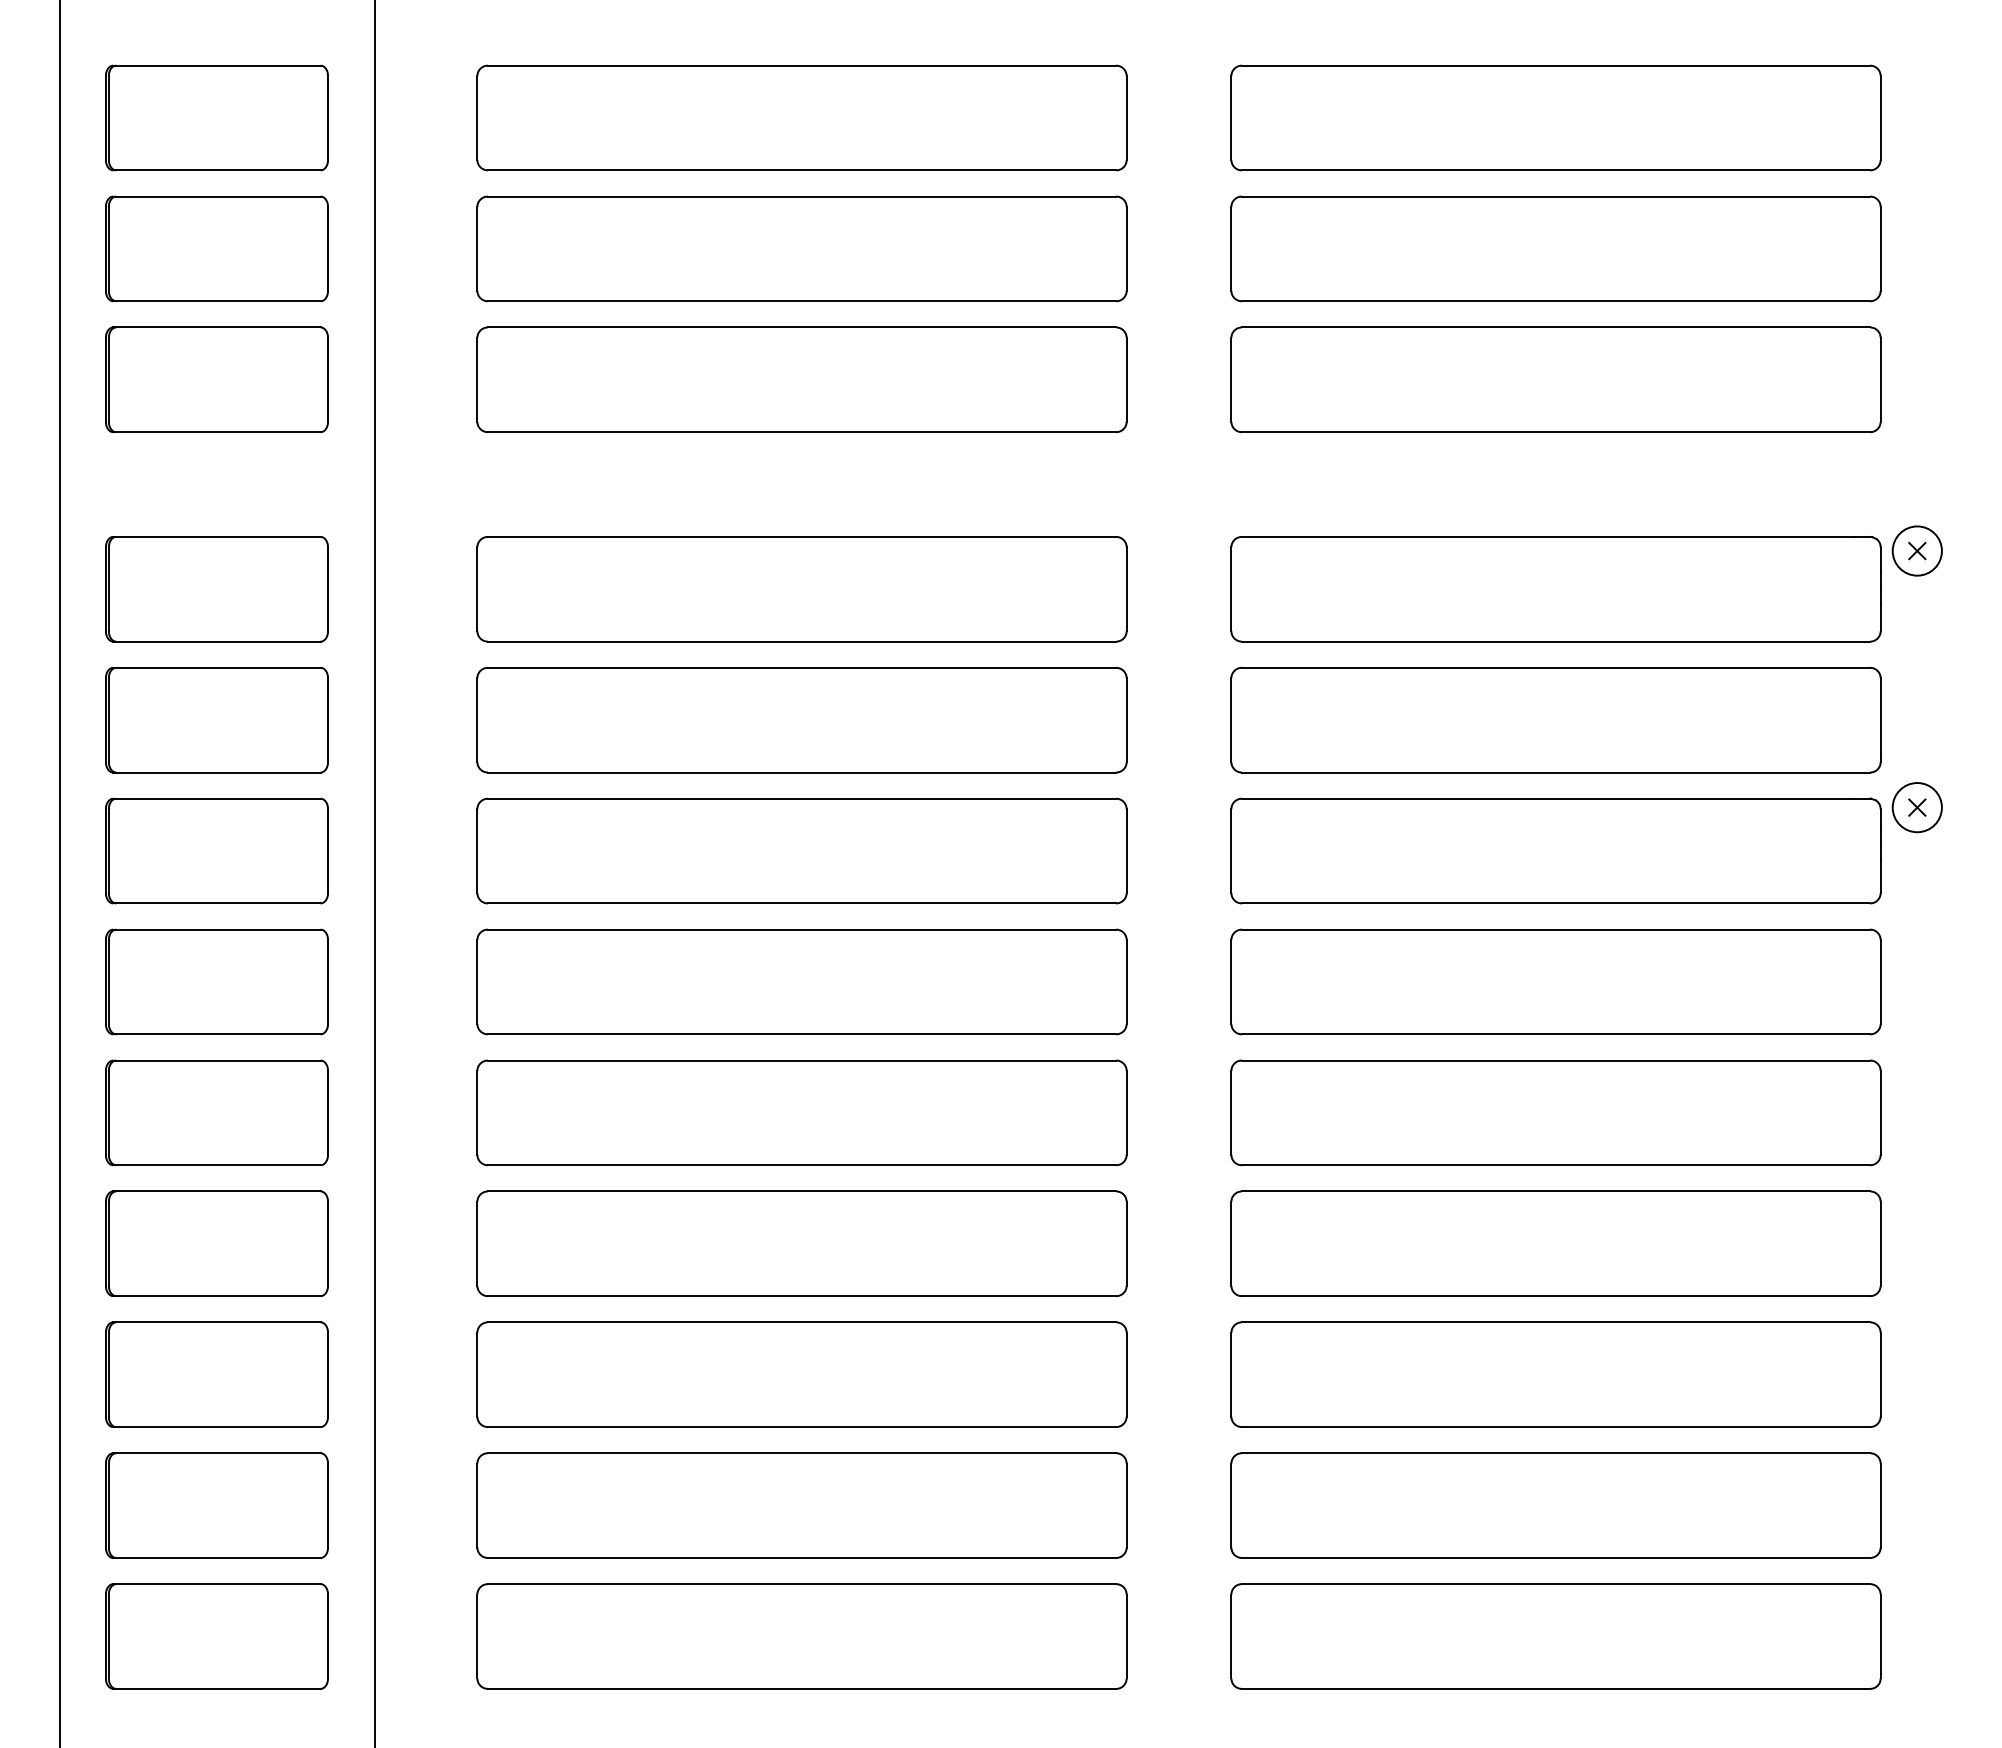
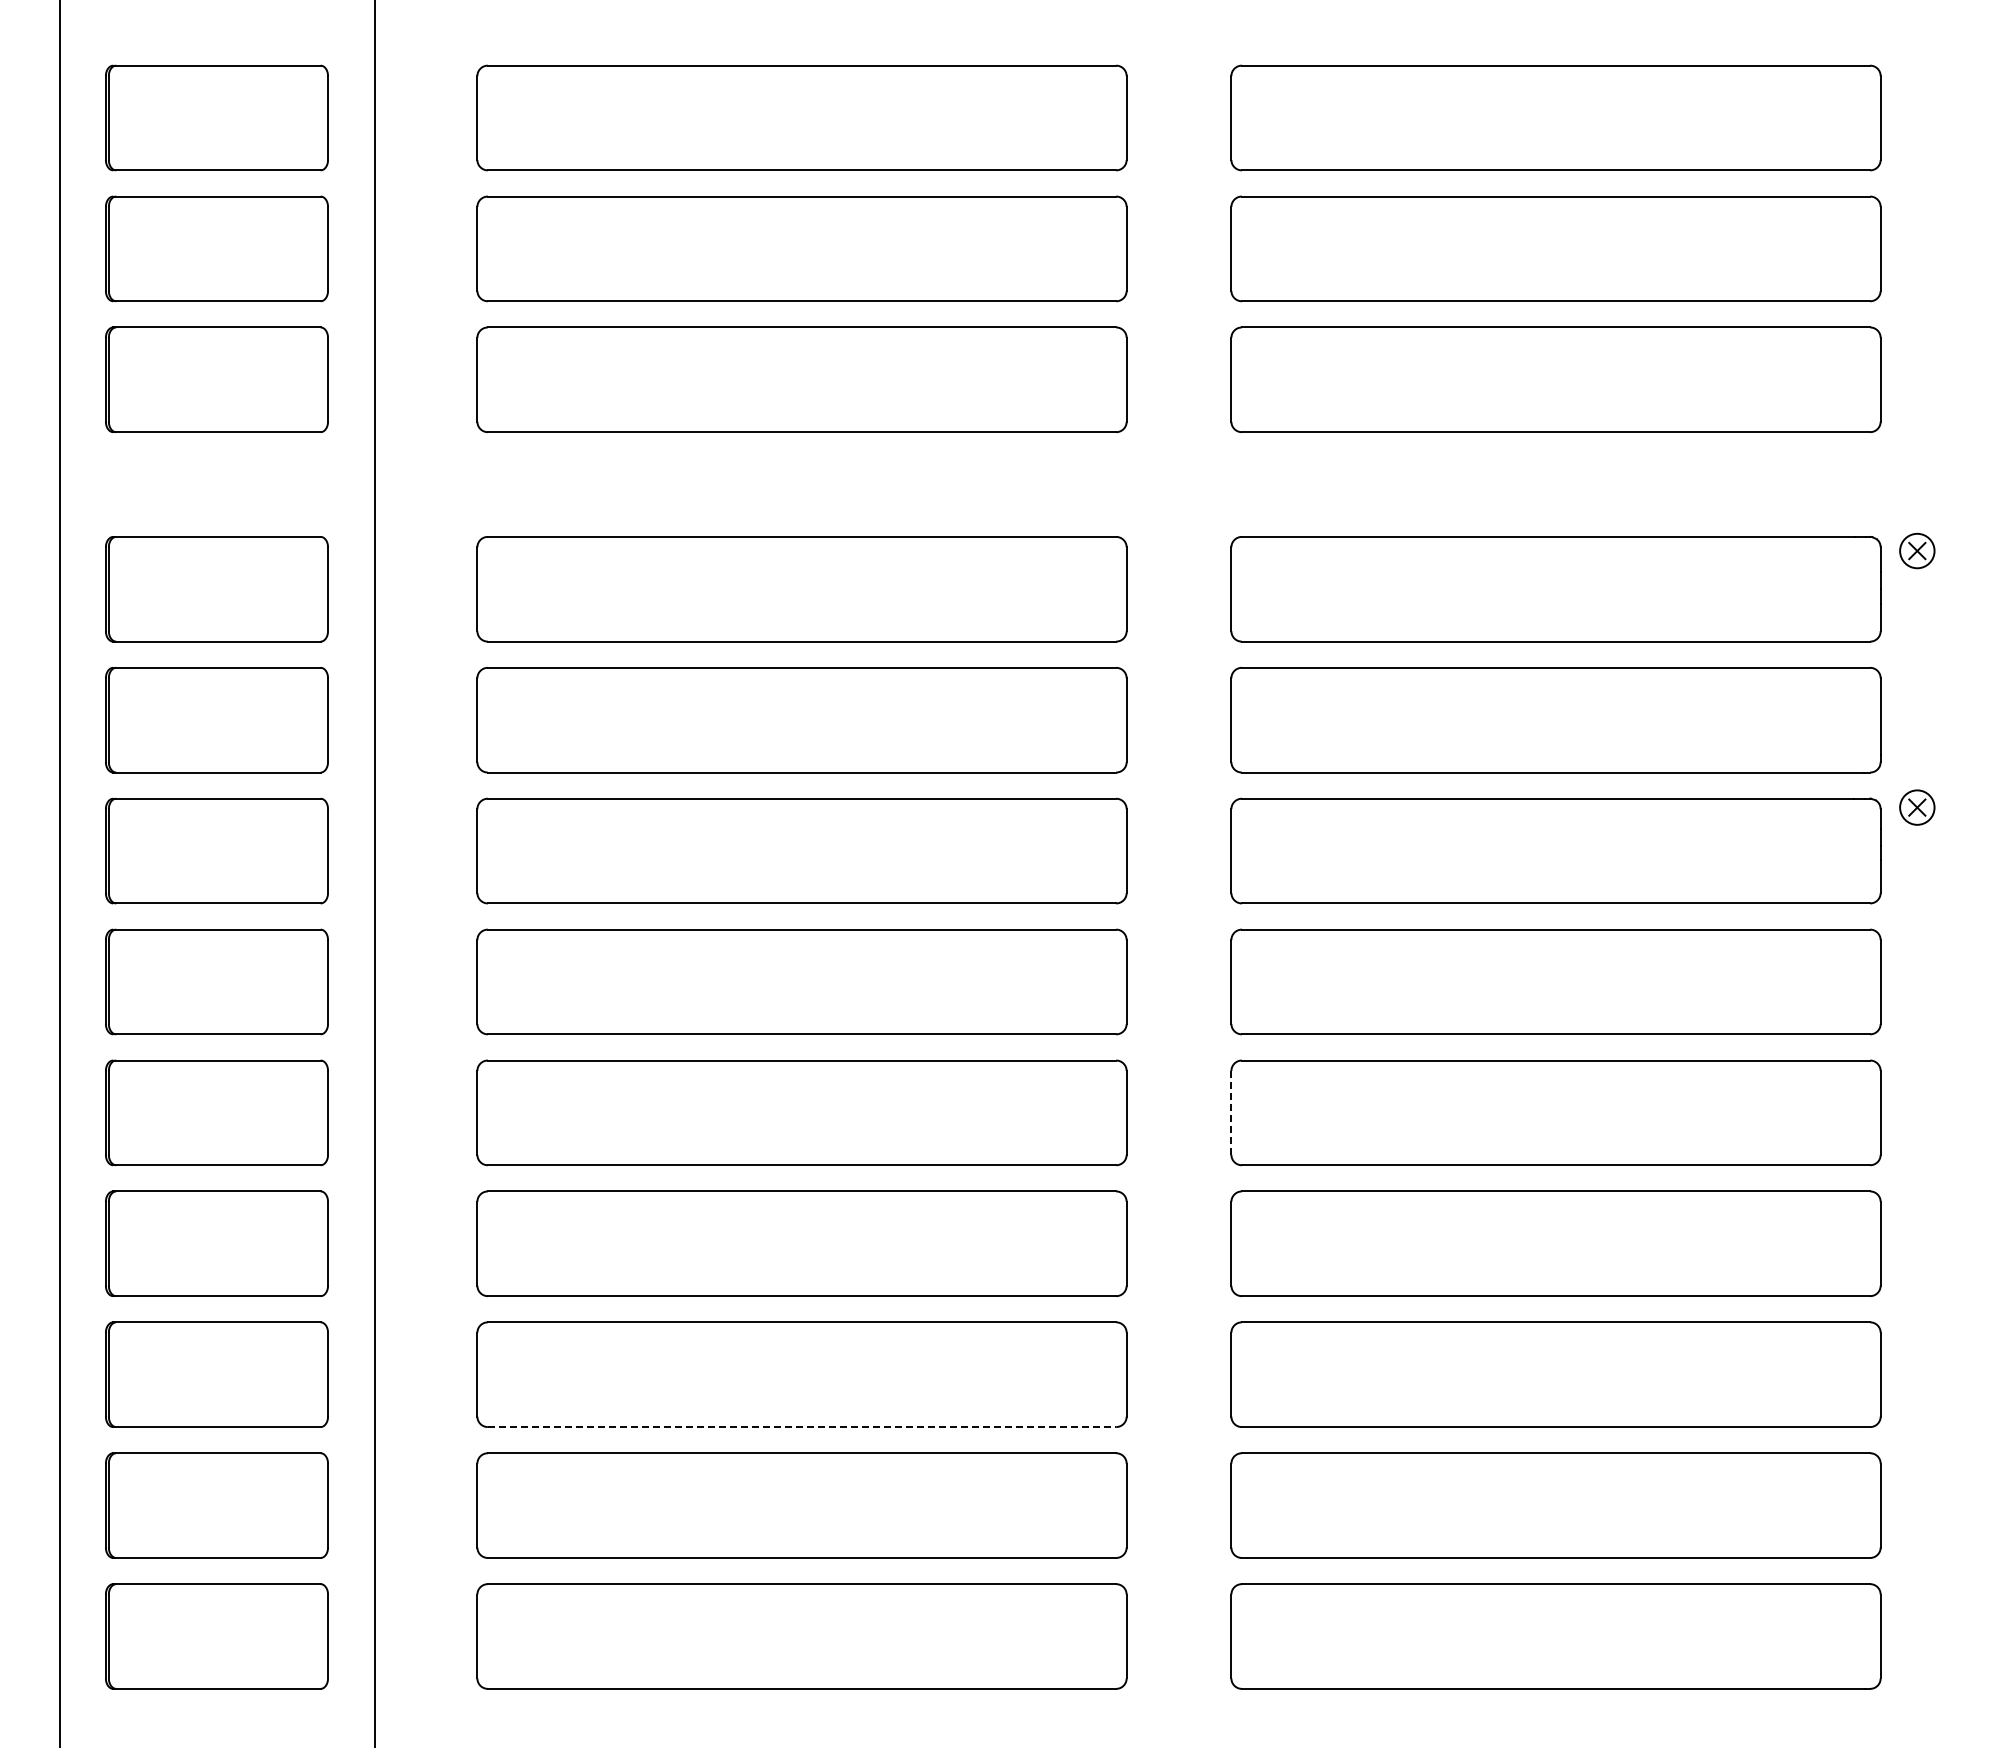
circle at (1916, 550) diameter: 49 px -> 34 px
circle at (1916, 807) diameter: 49 px -> 34 px
line at (1231, 1112): solid -> dashed
line at (802, 1427): solid -> dashed
